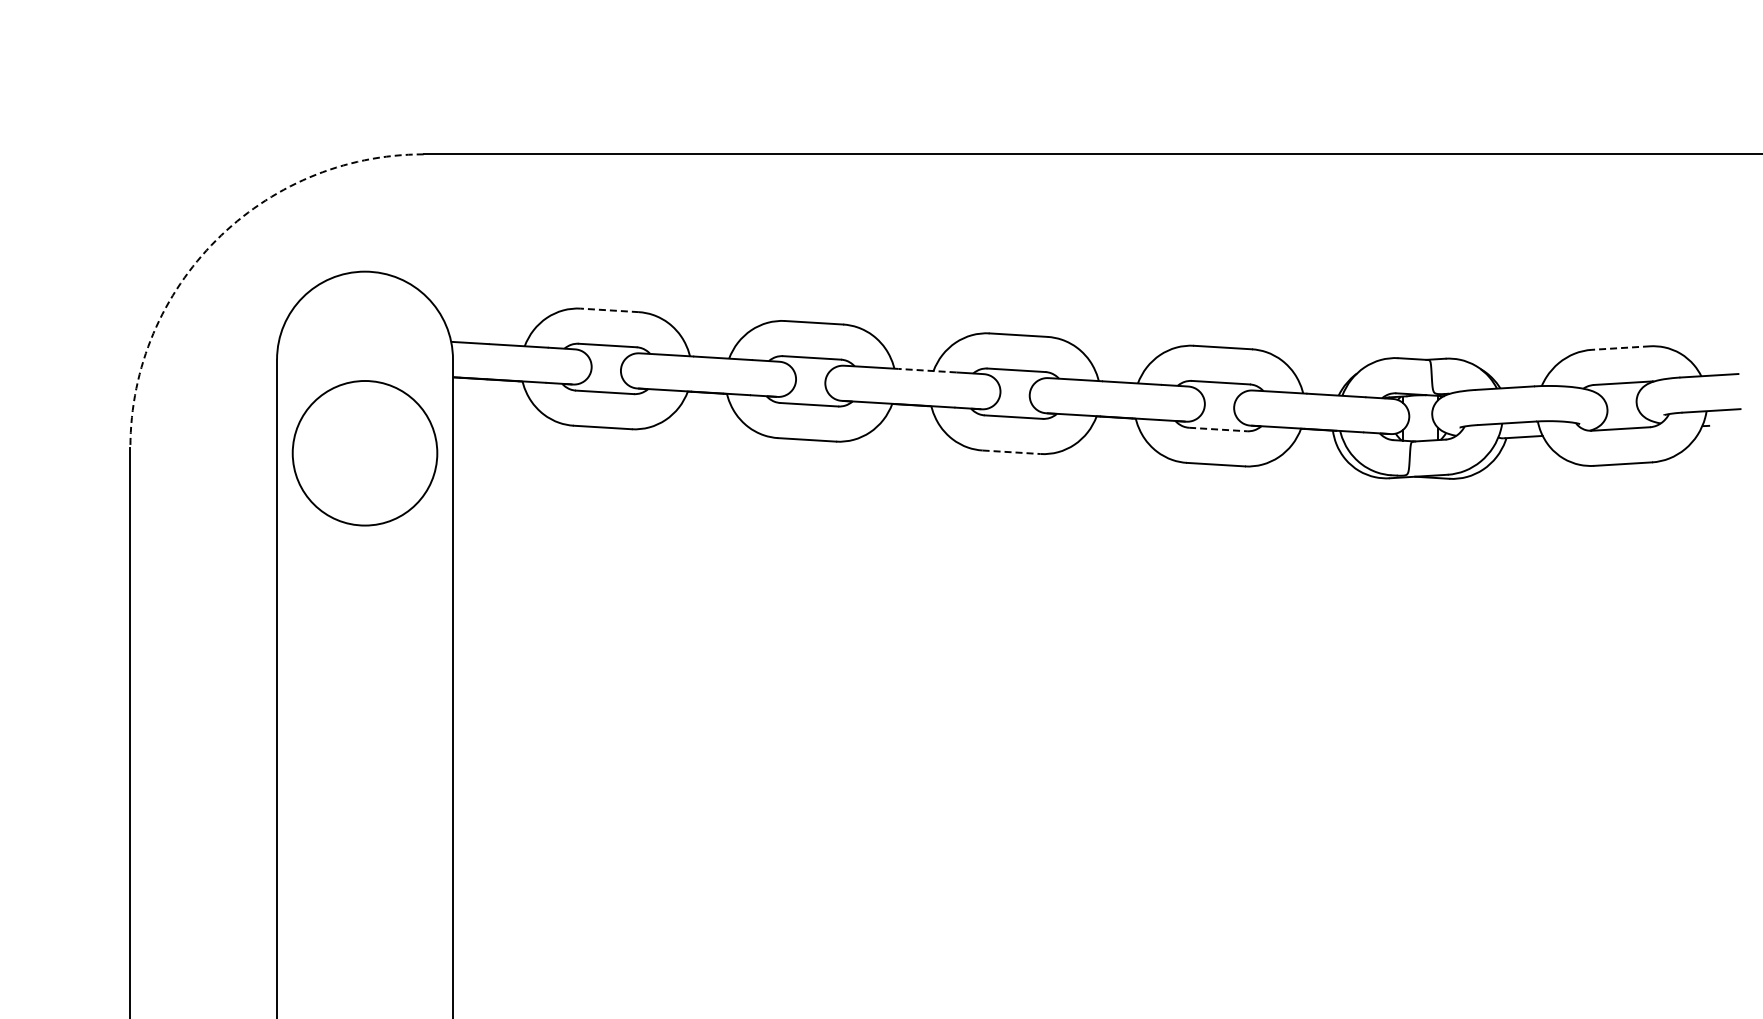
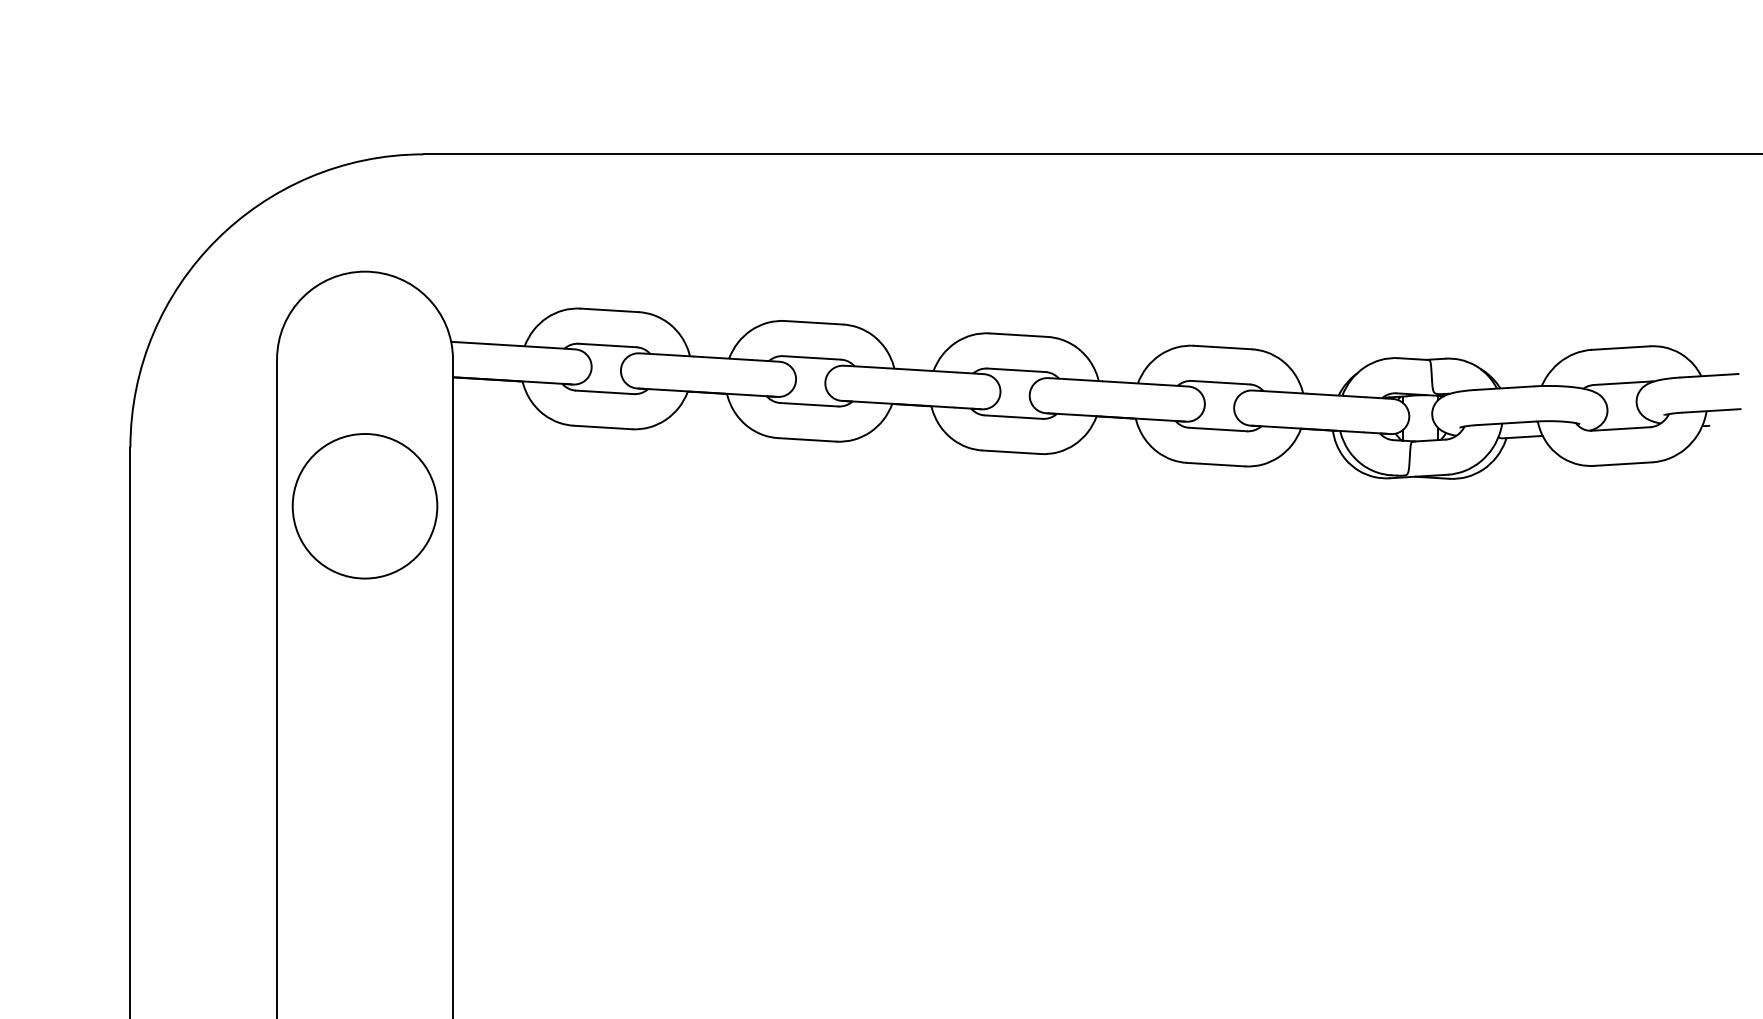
arc at (216, 240): dashed -> solid
line at (609, 310): dashed -> solid
line at (1620, 348): dashed -> solid
line at (927, 370): dashed -> solid
line at (1218, 429): dashed -> solid
line at (1012, 452): dashed -> solid
circle at (364, 453) position: (364, 453) -> (364, 506)
